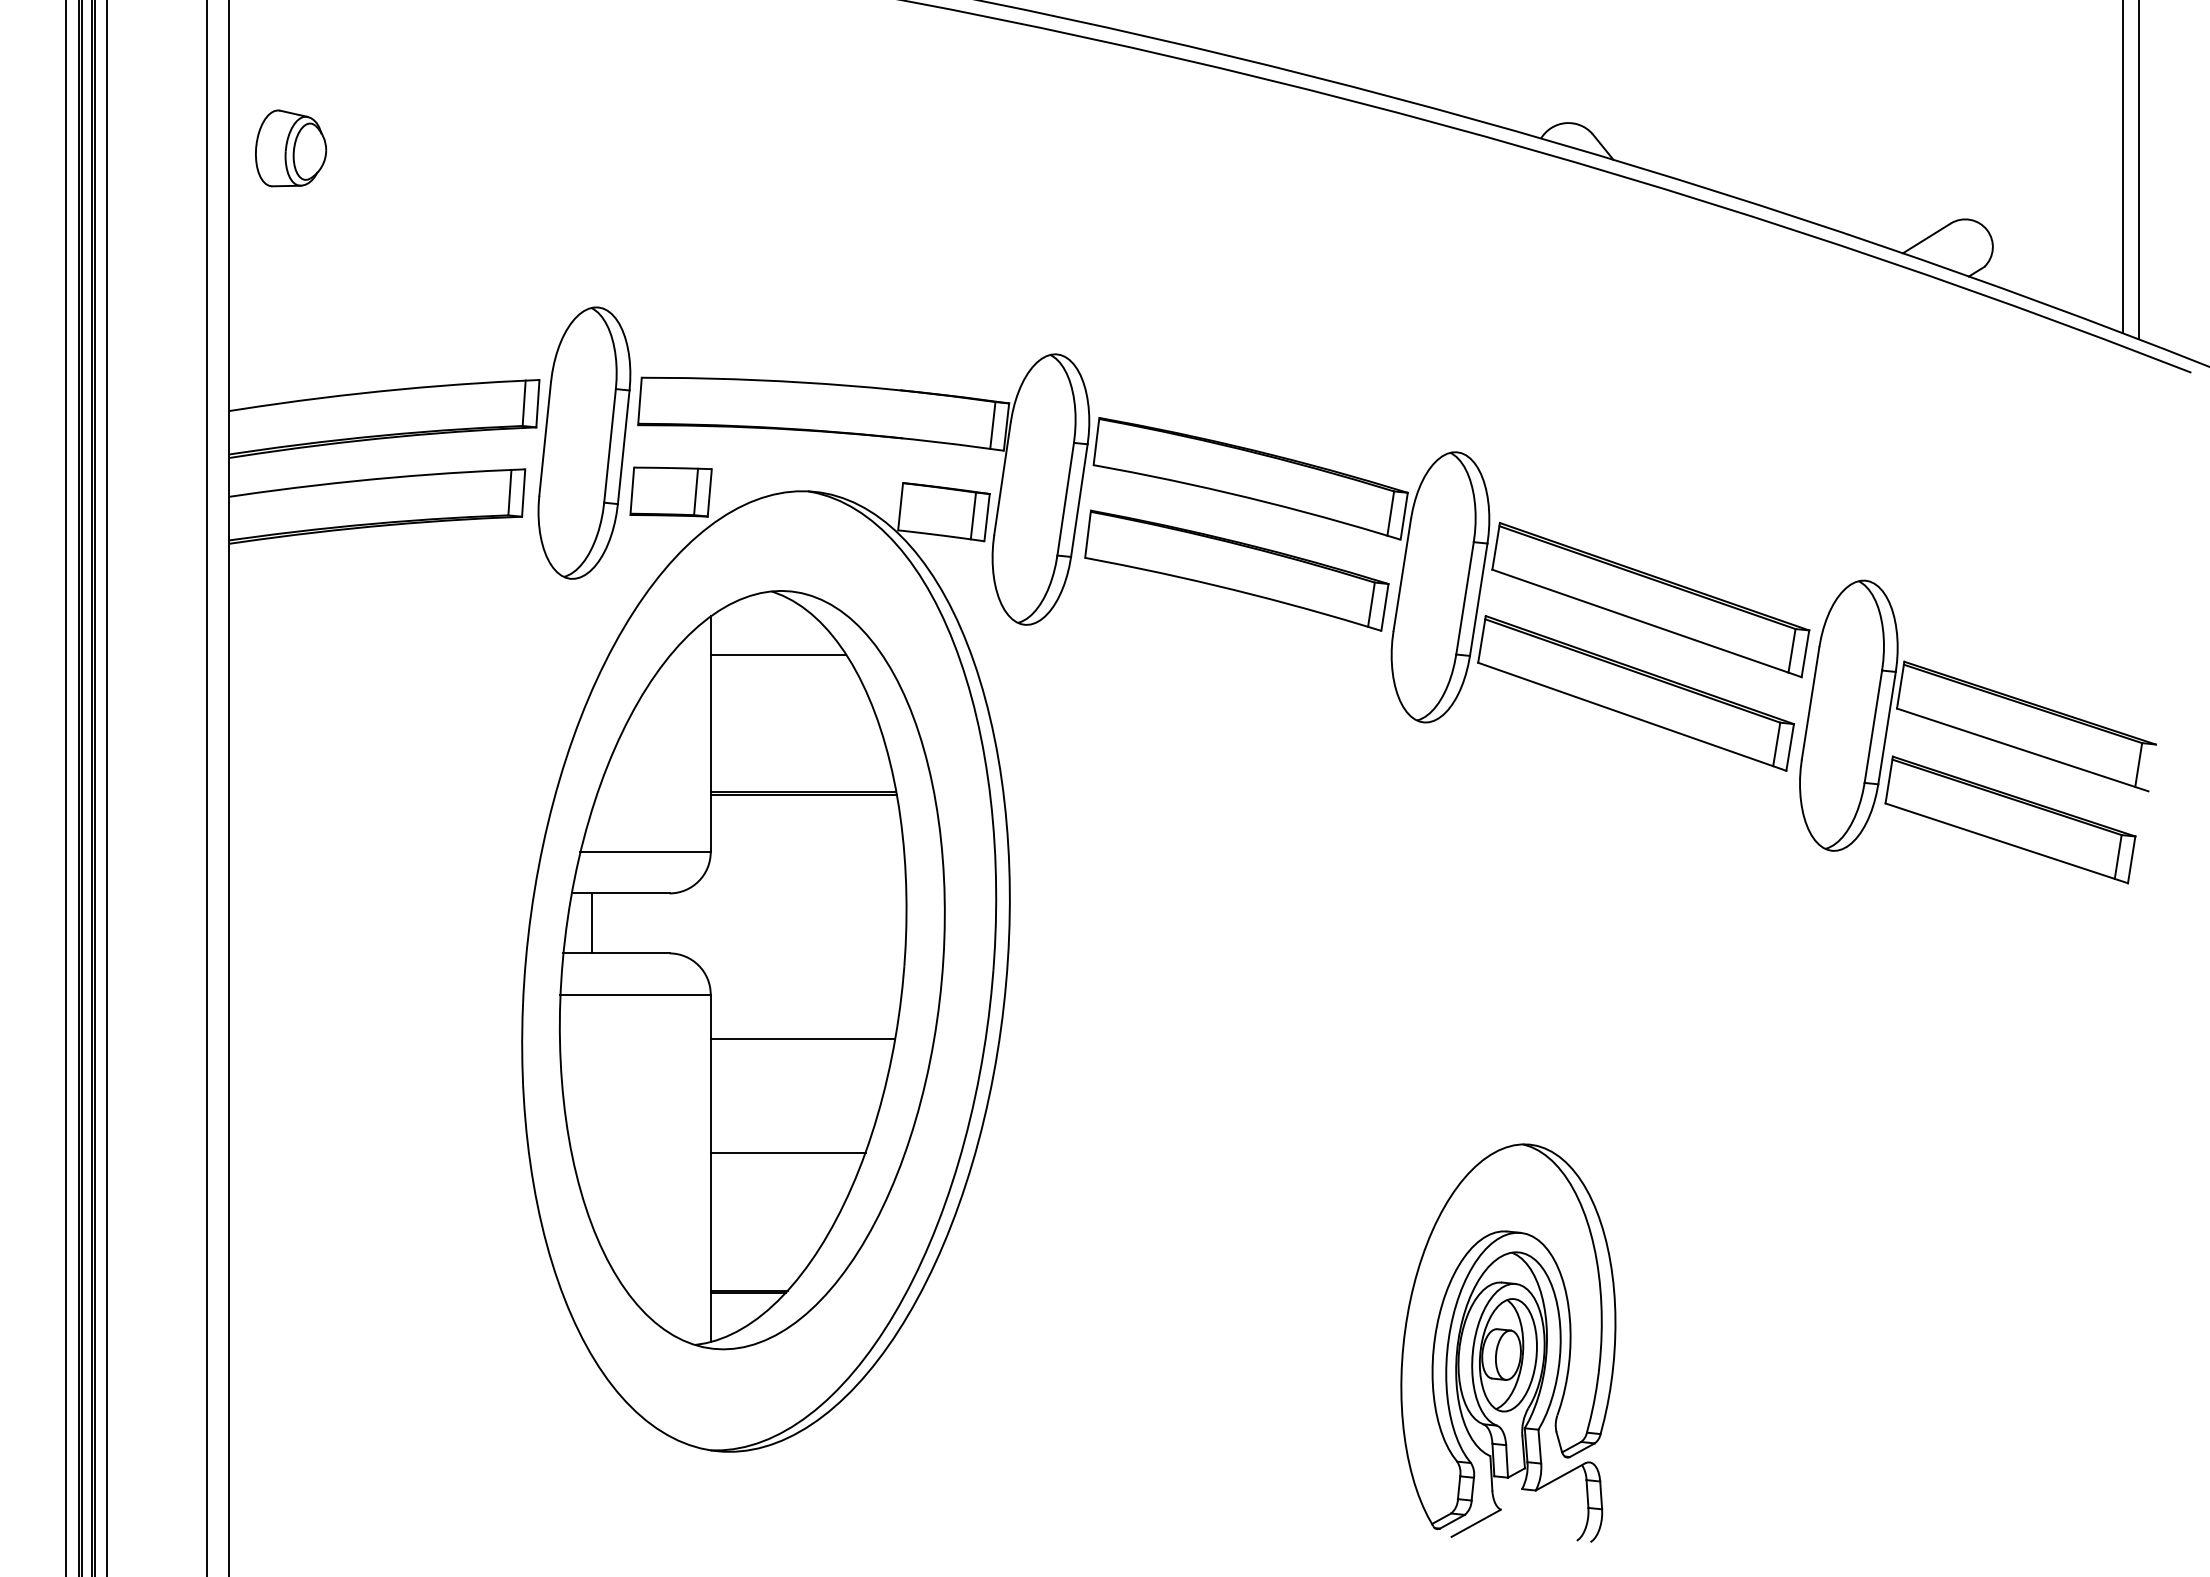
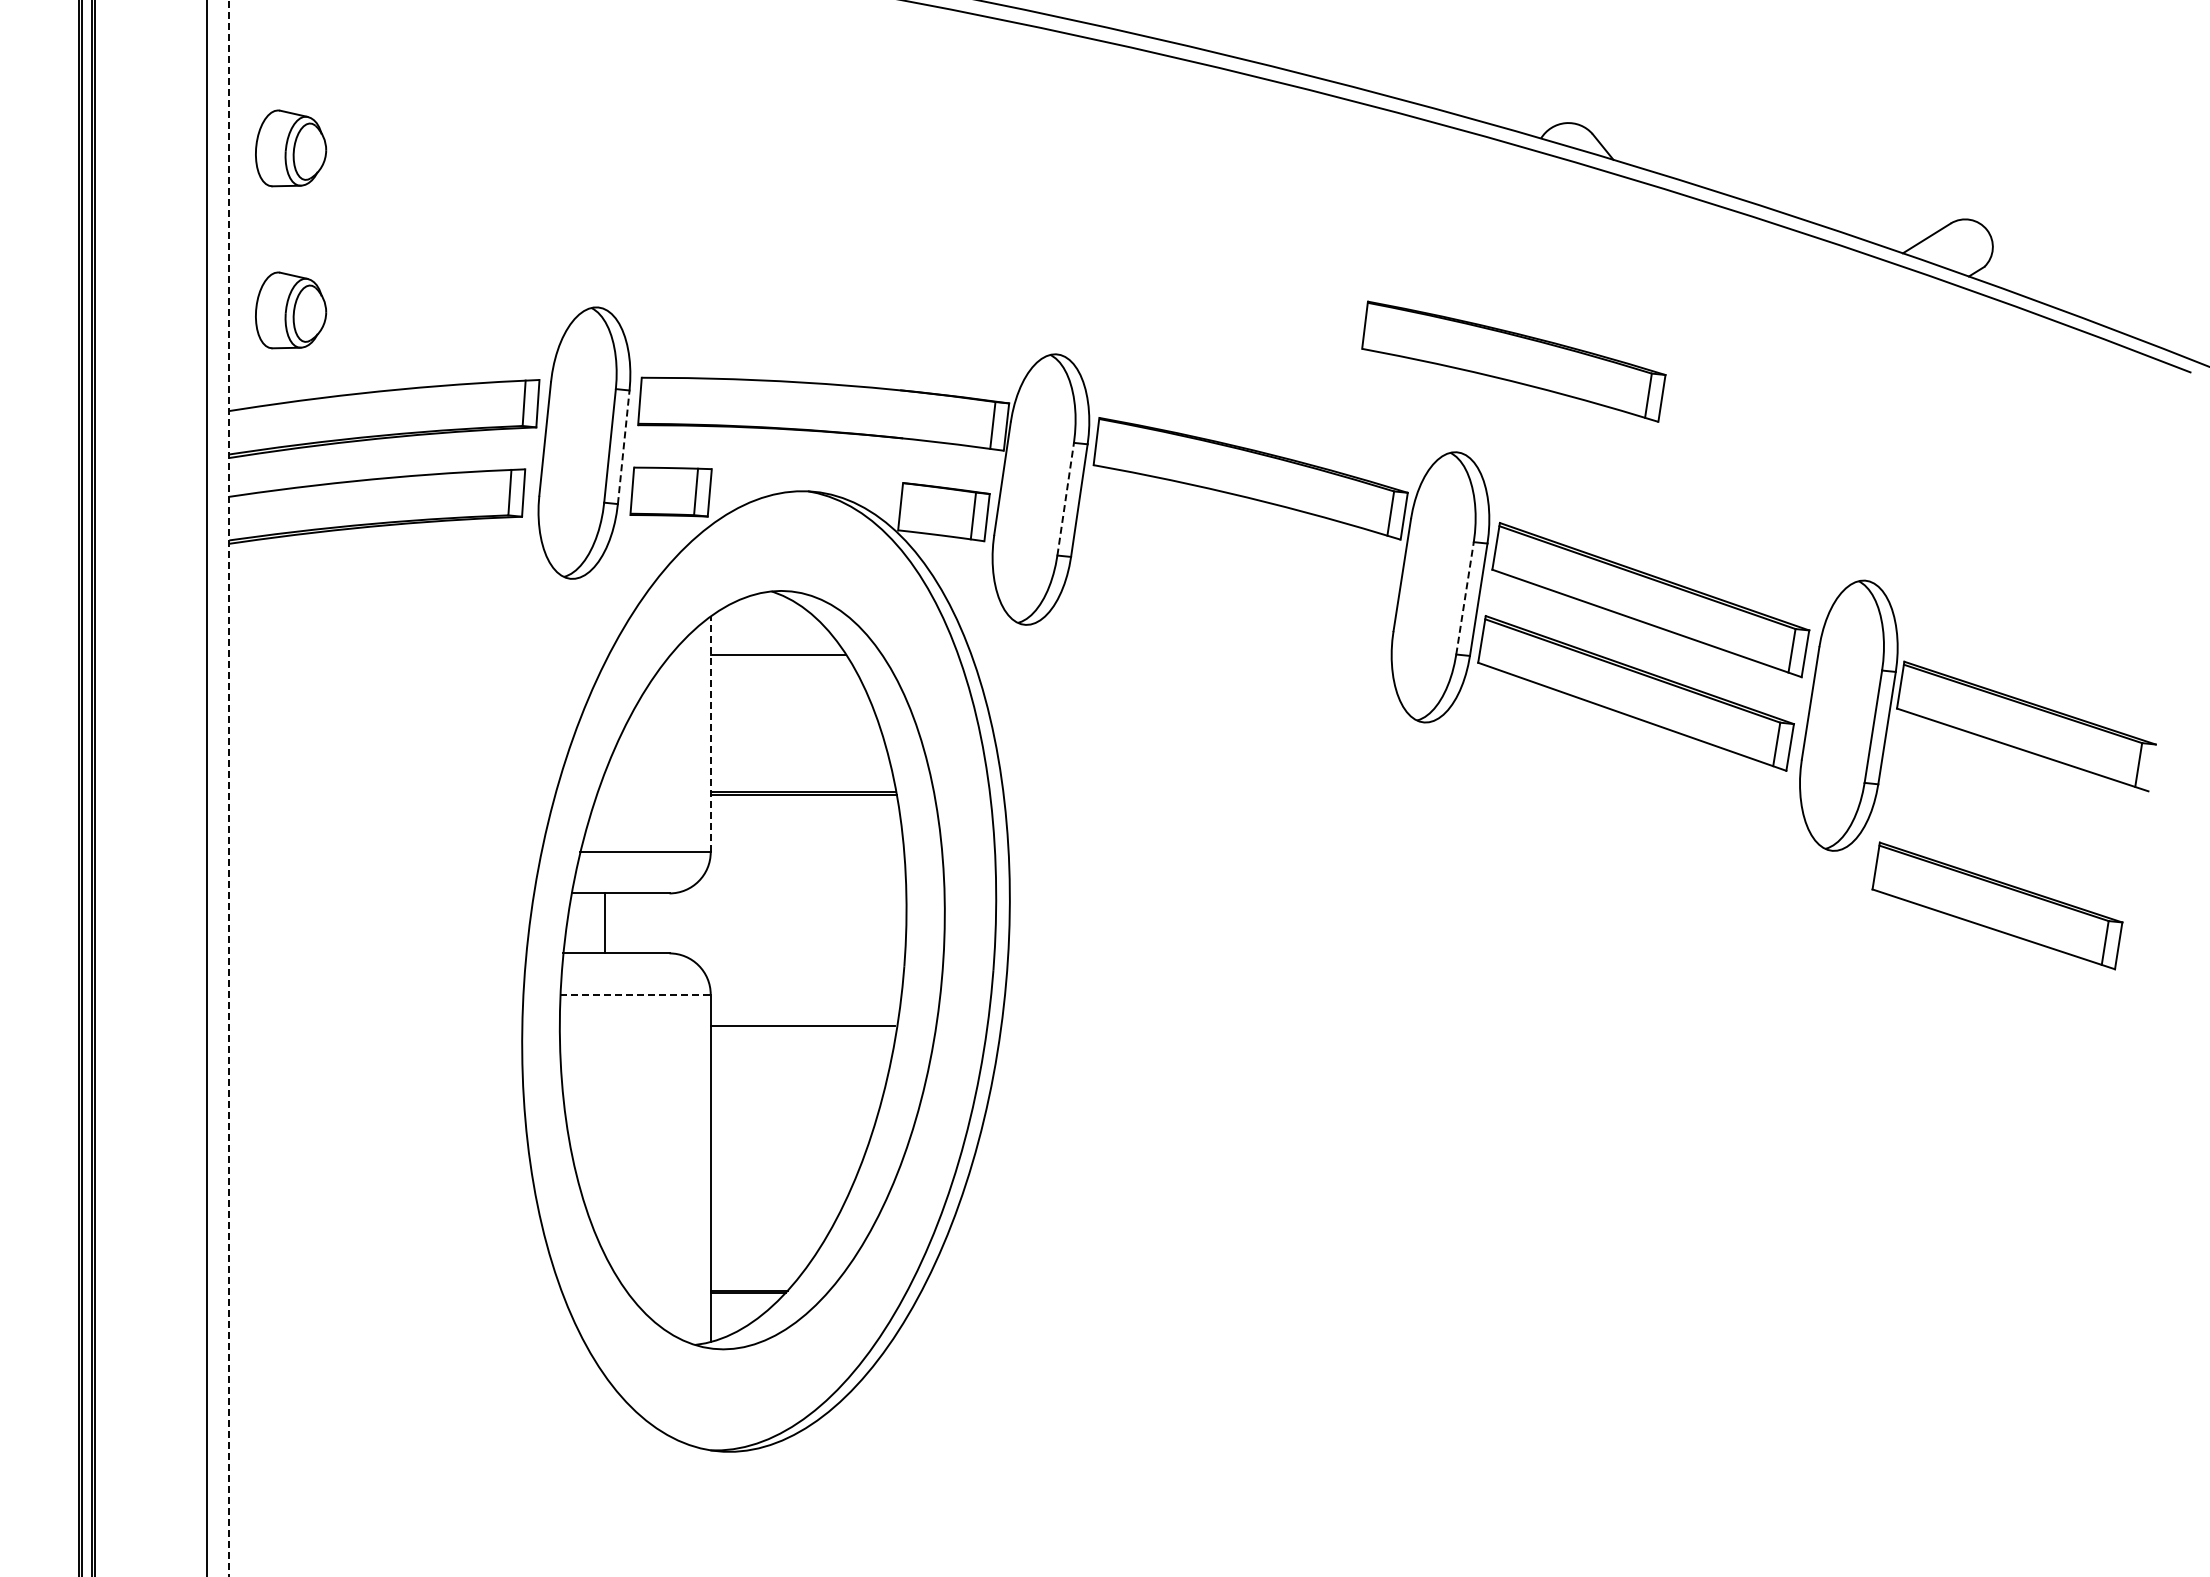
line at (2122, 167): present -> none
line at (2138, 170): present -> none
part at (291, 310): none -> present
line at (623, 446): solid -> dashed
line at (1065, 499): solid -> dashed
part at (1236, 570) position: (1236, 570) -> (1513, 361)
line at (1465, 598): solid -> dashed
line at (710, 734): solid -> dashed
line at (66, 787): present -> none
line at (106, 787): present -> none
line at (229, 788): solid -> dashed
part at (2010, 819) position: (2010, 819) -> (1997, 905)
line at (591, 923) position: (591, 923) -> (604, 923)
line at (636, 994): solid -> dashed
line at (802, 1039) position: (802, 1039) -> (802, 1026)
line at (787, 1152): present -> none
part at (1508, 1342): present -> none
